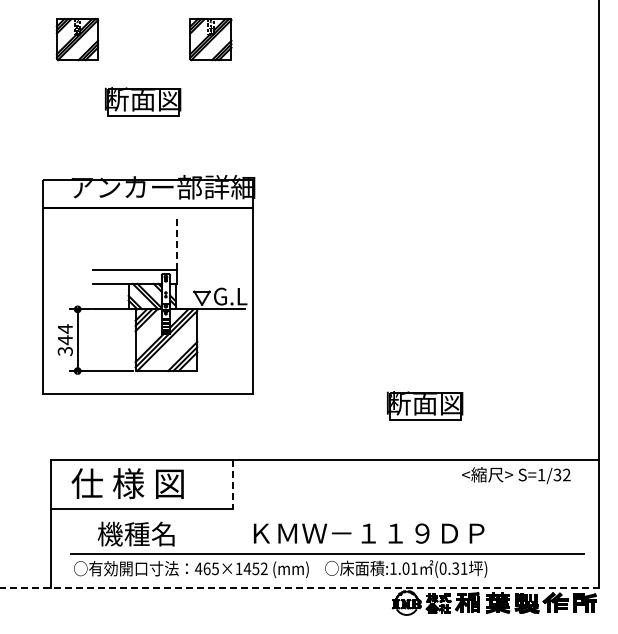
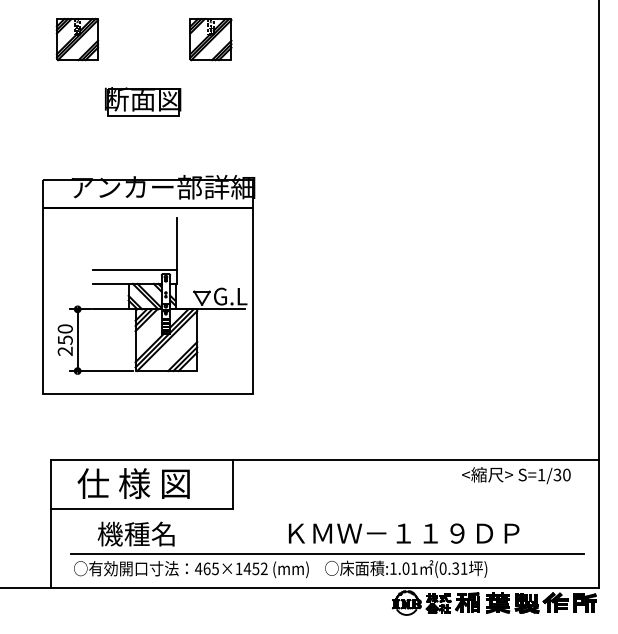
line at (177, 243): dashed -> solid
text at (64, 340): 344 -> 250
part at (425, 405): present -> none
text at (566, 474): S=1/32 -> S=1/30
text at (127, 483) position: (127, 483) -> (133, 483)
line at (233, 484): dashed -> solid
text at (369, 533) position: (369, 533) -> (404, 533)
line at (300, 587): dashed -> solid
